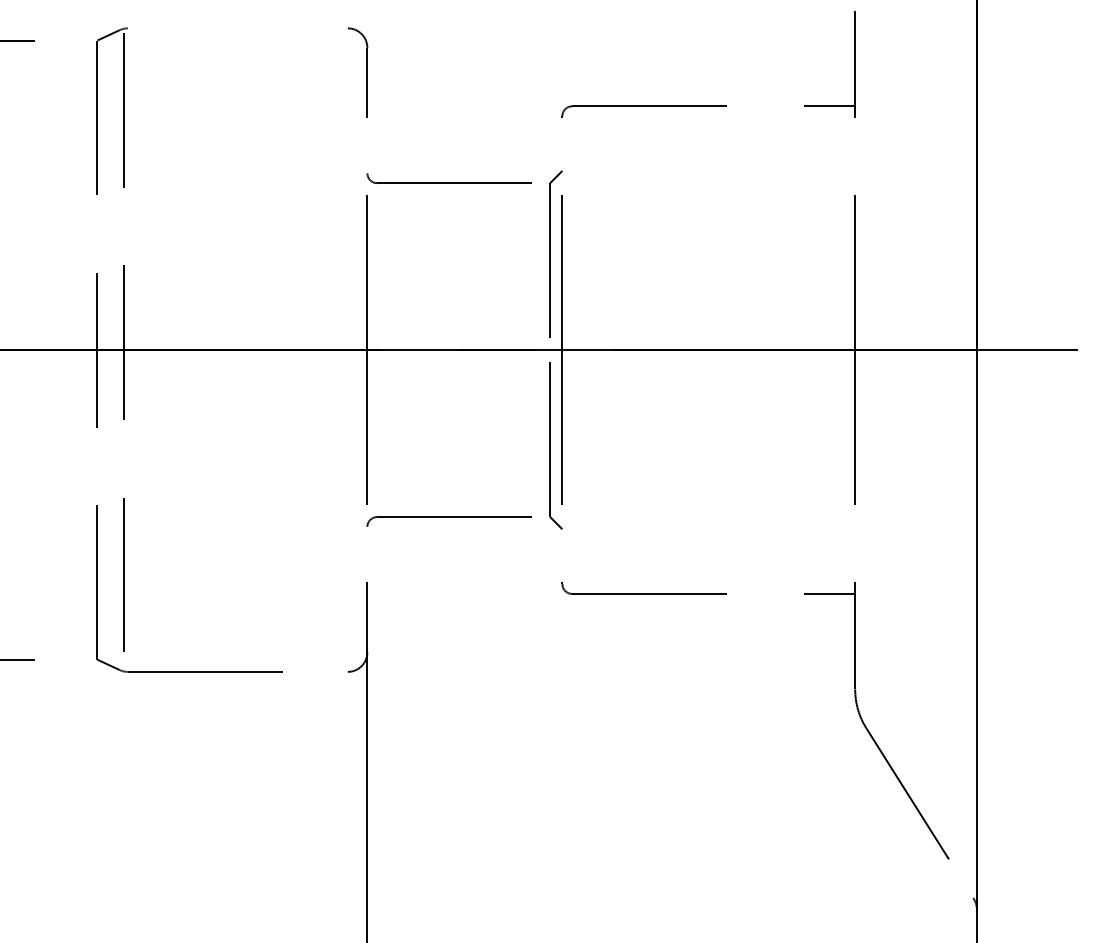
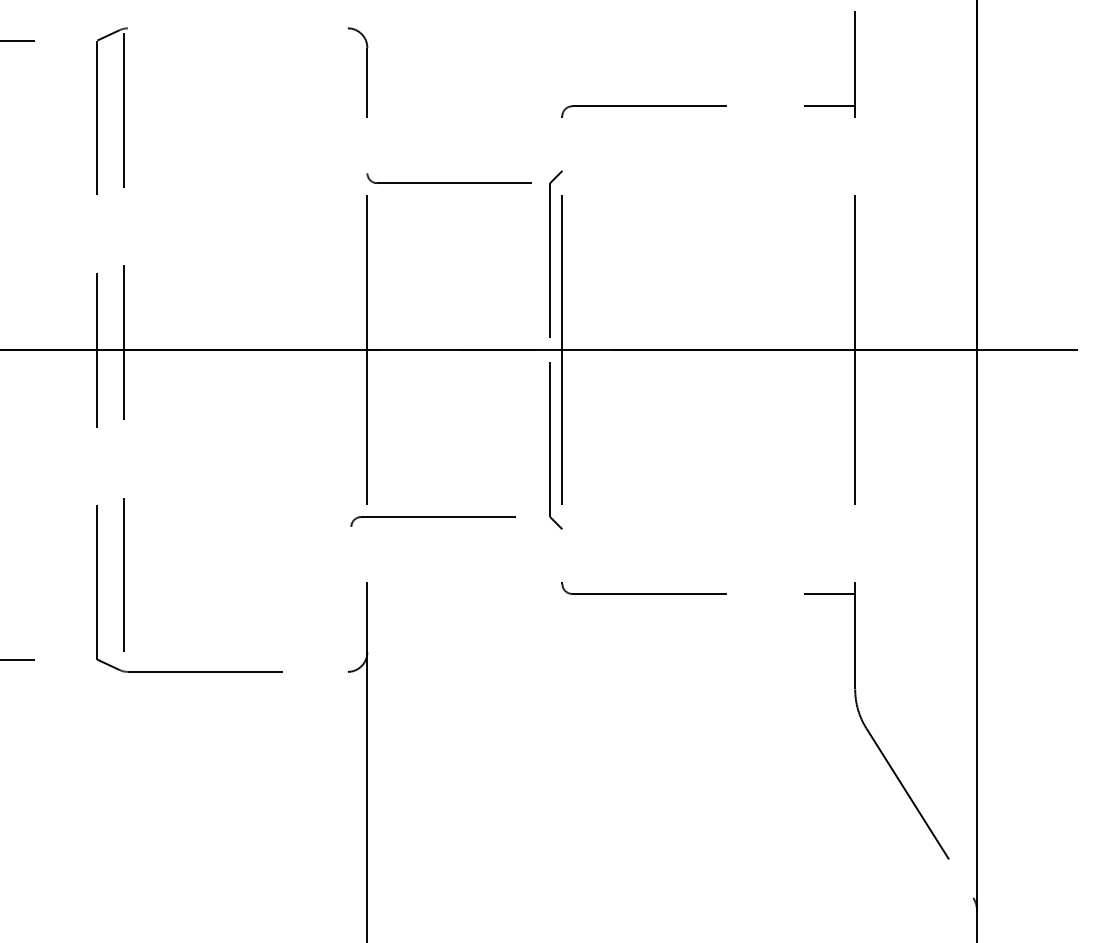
part at (448, 521) position: (448, 521) -> (432, 521)
